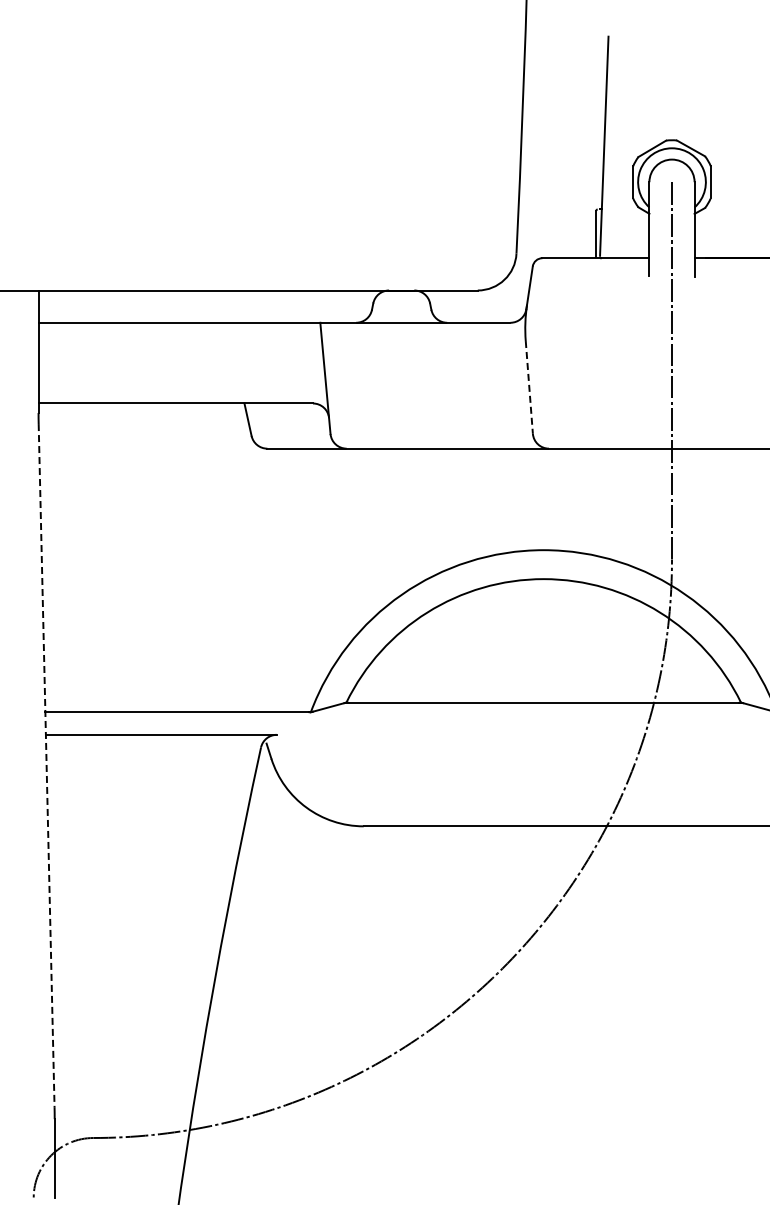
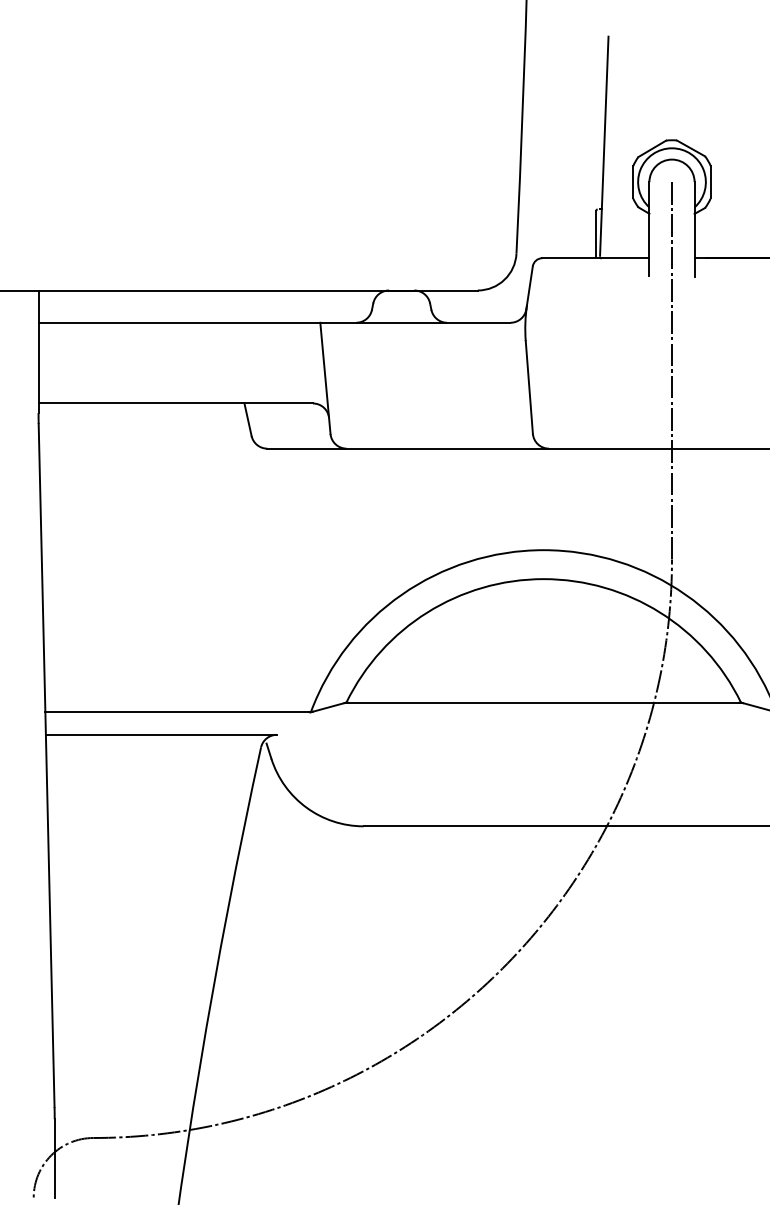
line at (529, 387): dashed -> solid
line at (46, 765): dashed -> solid
